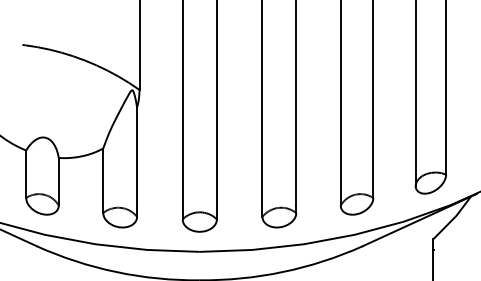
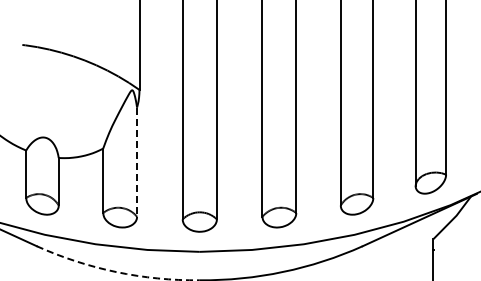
line at (137, 162): solid -> dashed
arc at (116, 272): solid -> dashed
